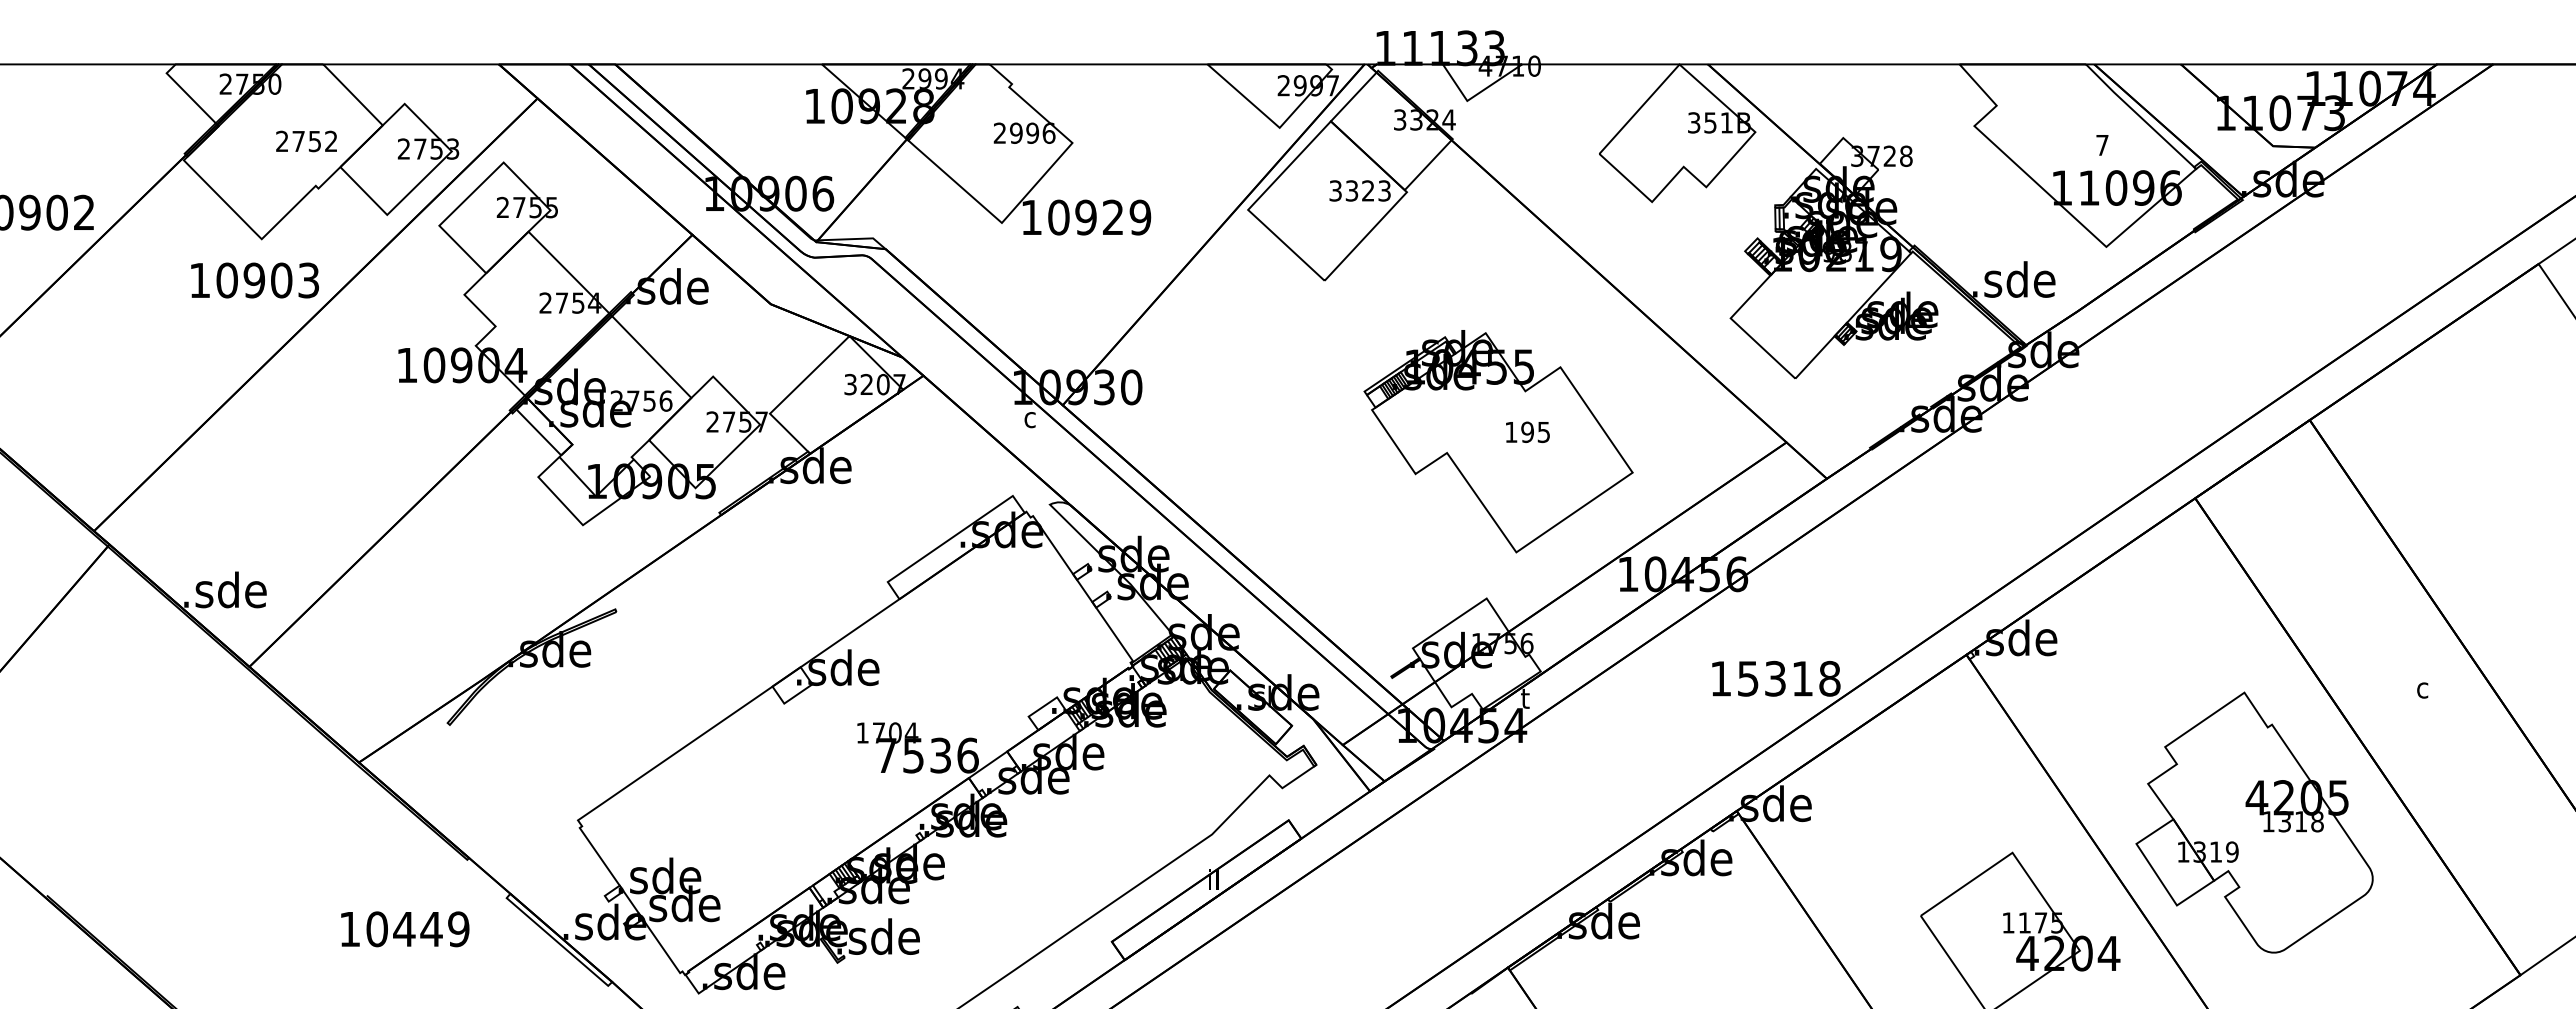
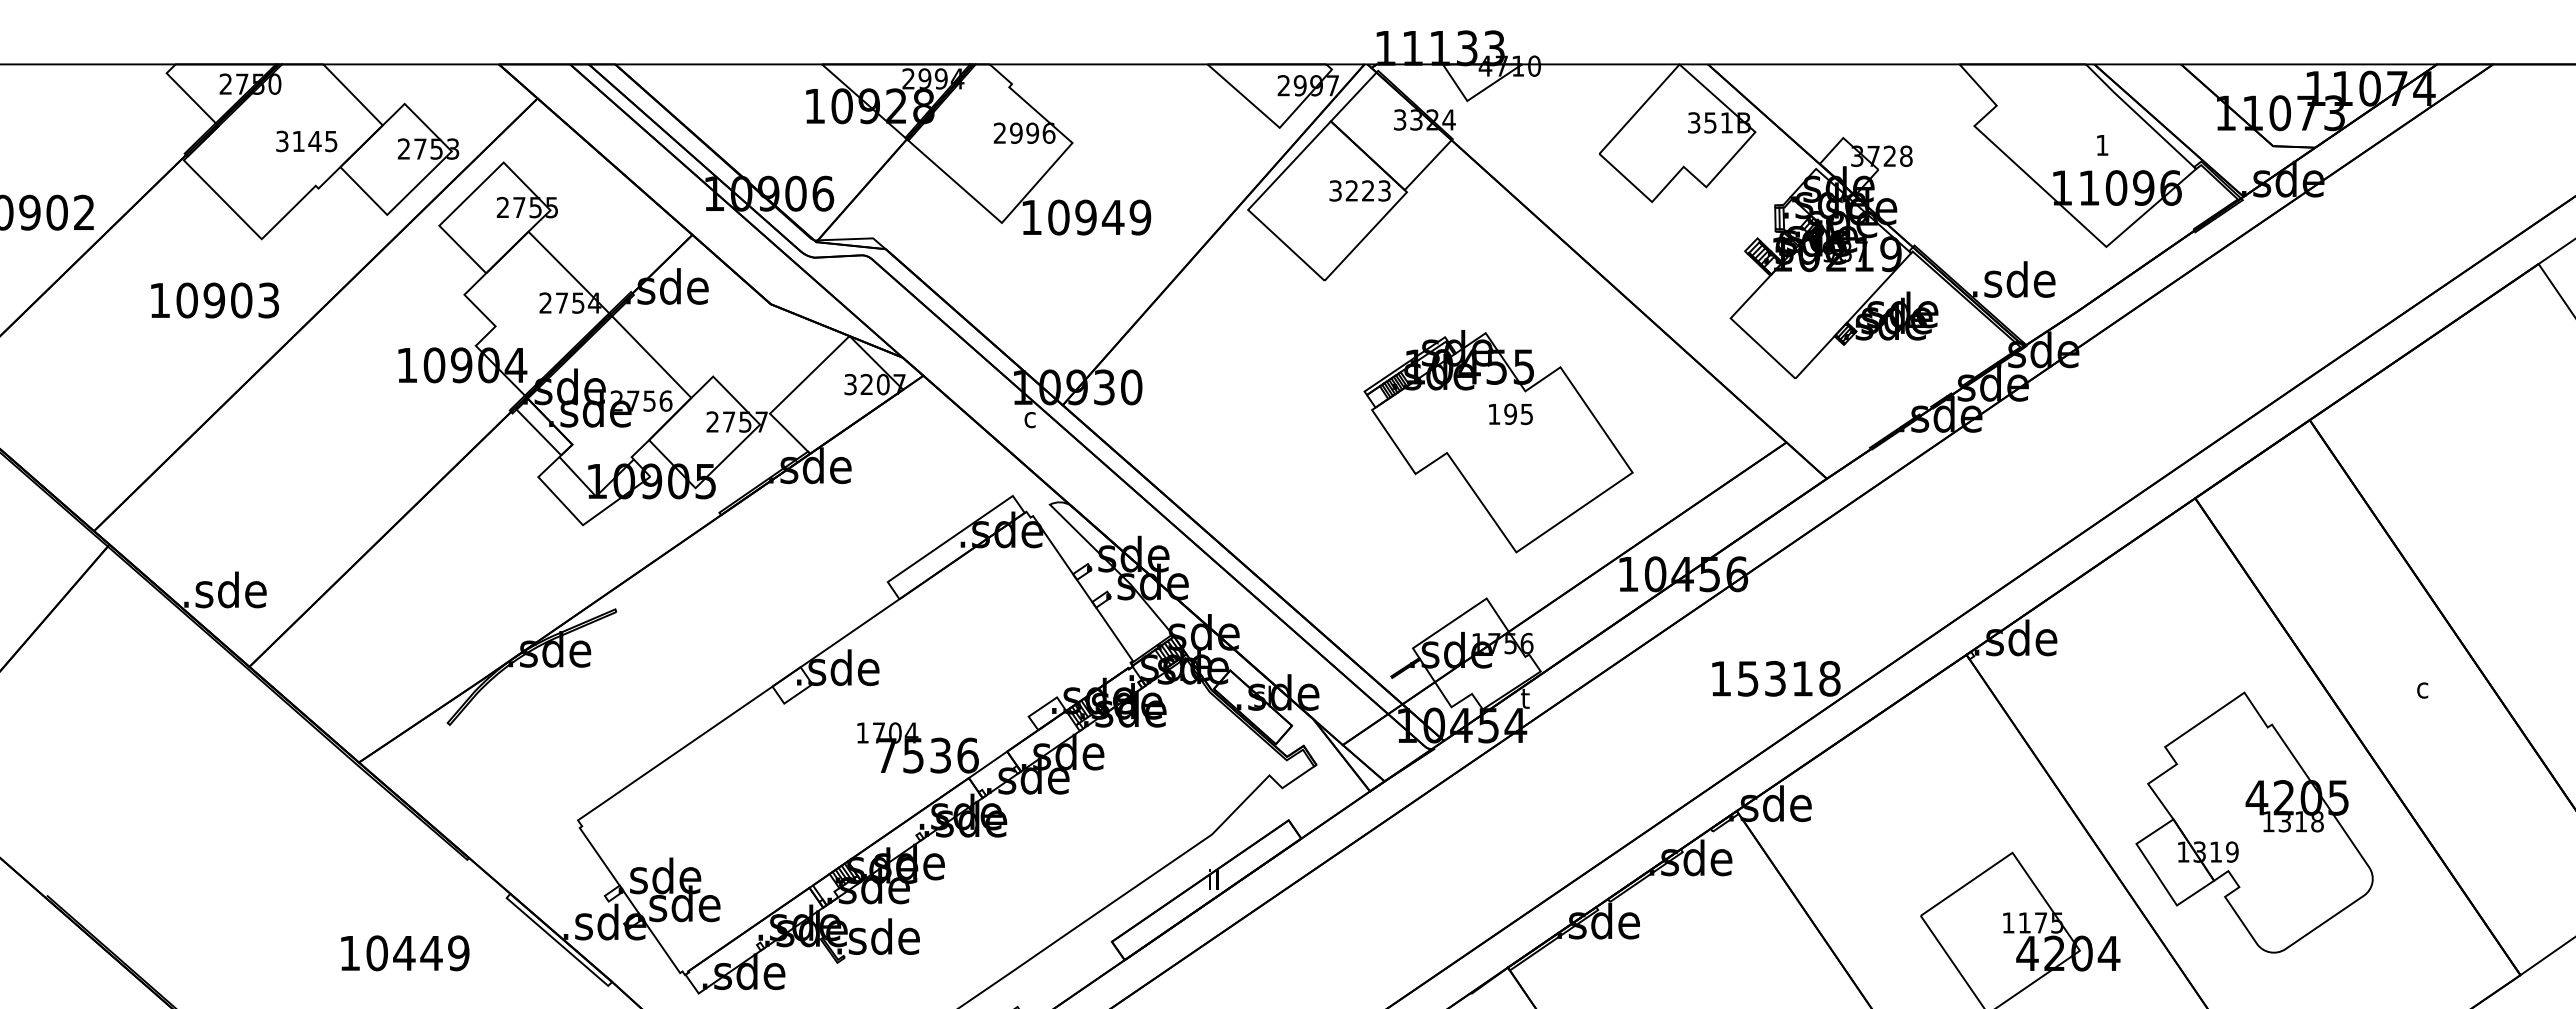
text at (306, 141): 2752 -> 3145
text at (2102, 145): 7 -> 1
text at (1351, 190): 3323 -> 3223
text at (1112, 216): 10929 -> 10949
text at (254, 280) position: (254, 280) -> (214, 300)
text at (1527, 431) position: (1527, 431) -> (1510, 413)
text at (405, 929) position: (405, 929) -> (405, 953)
